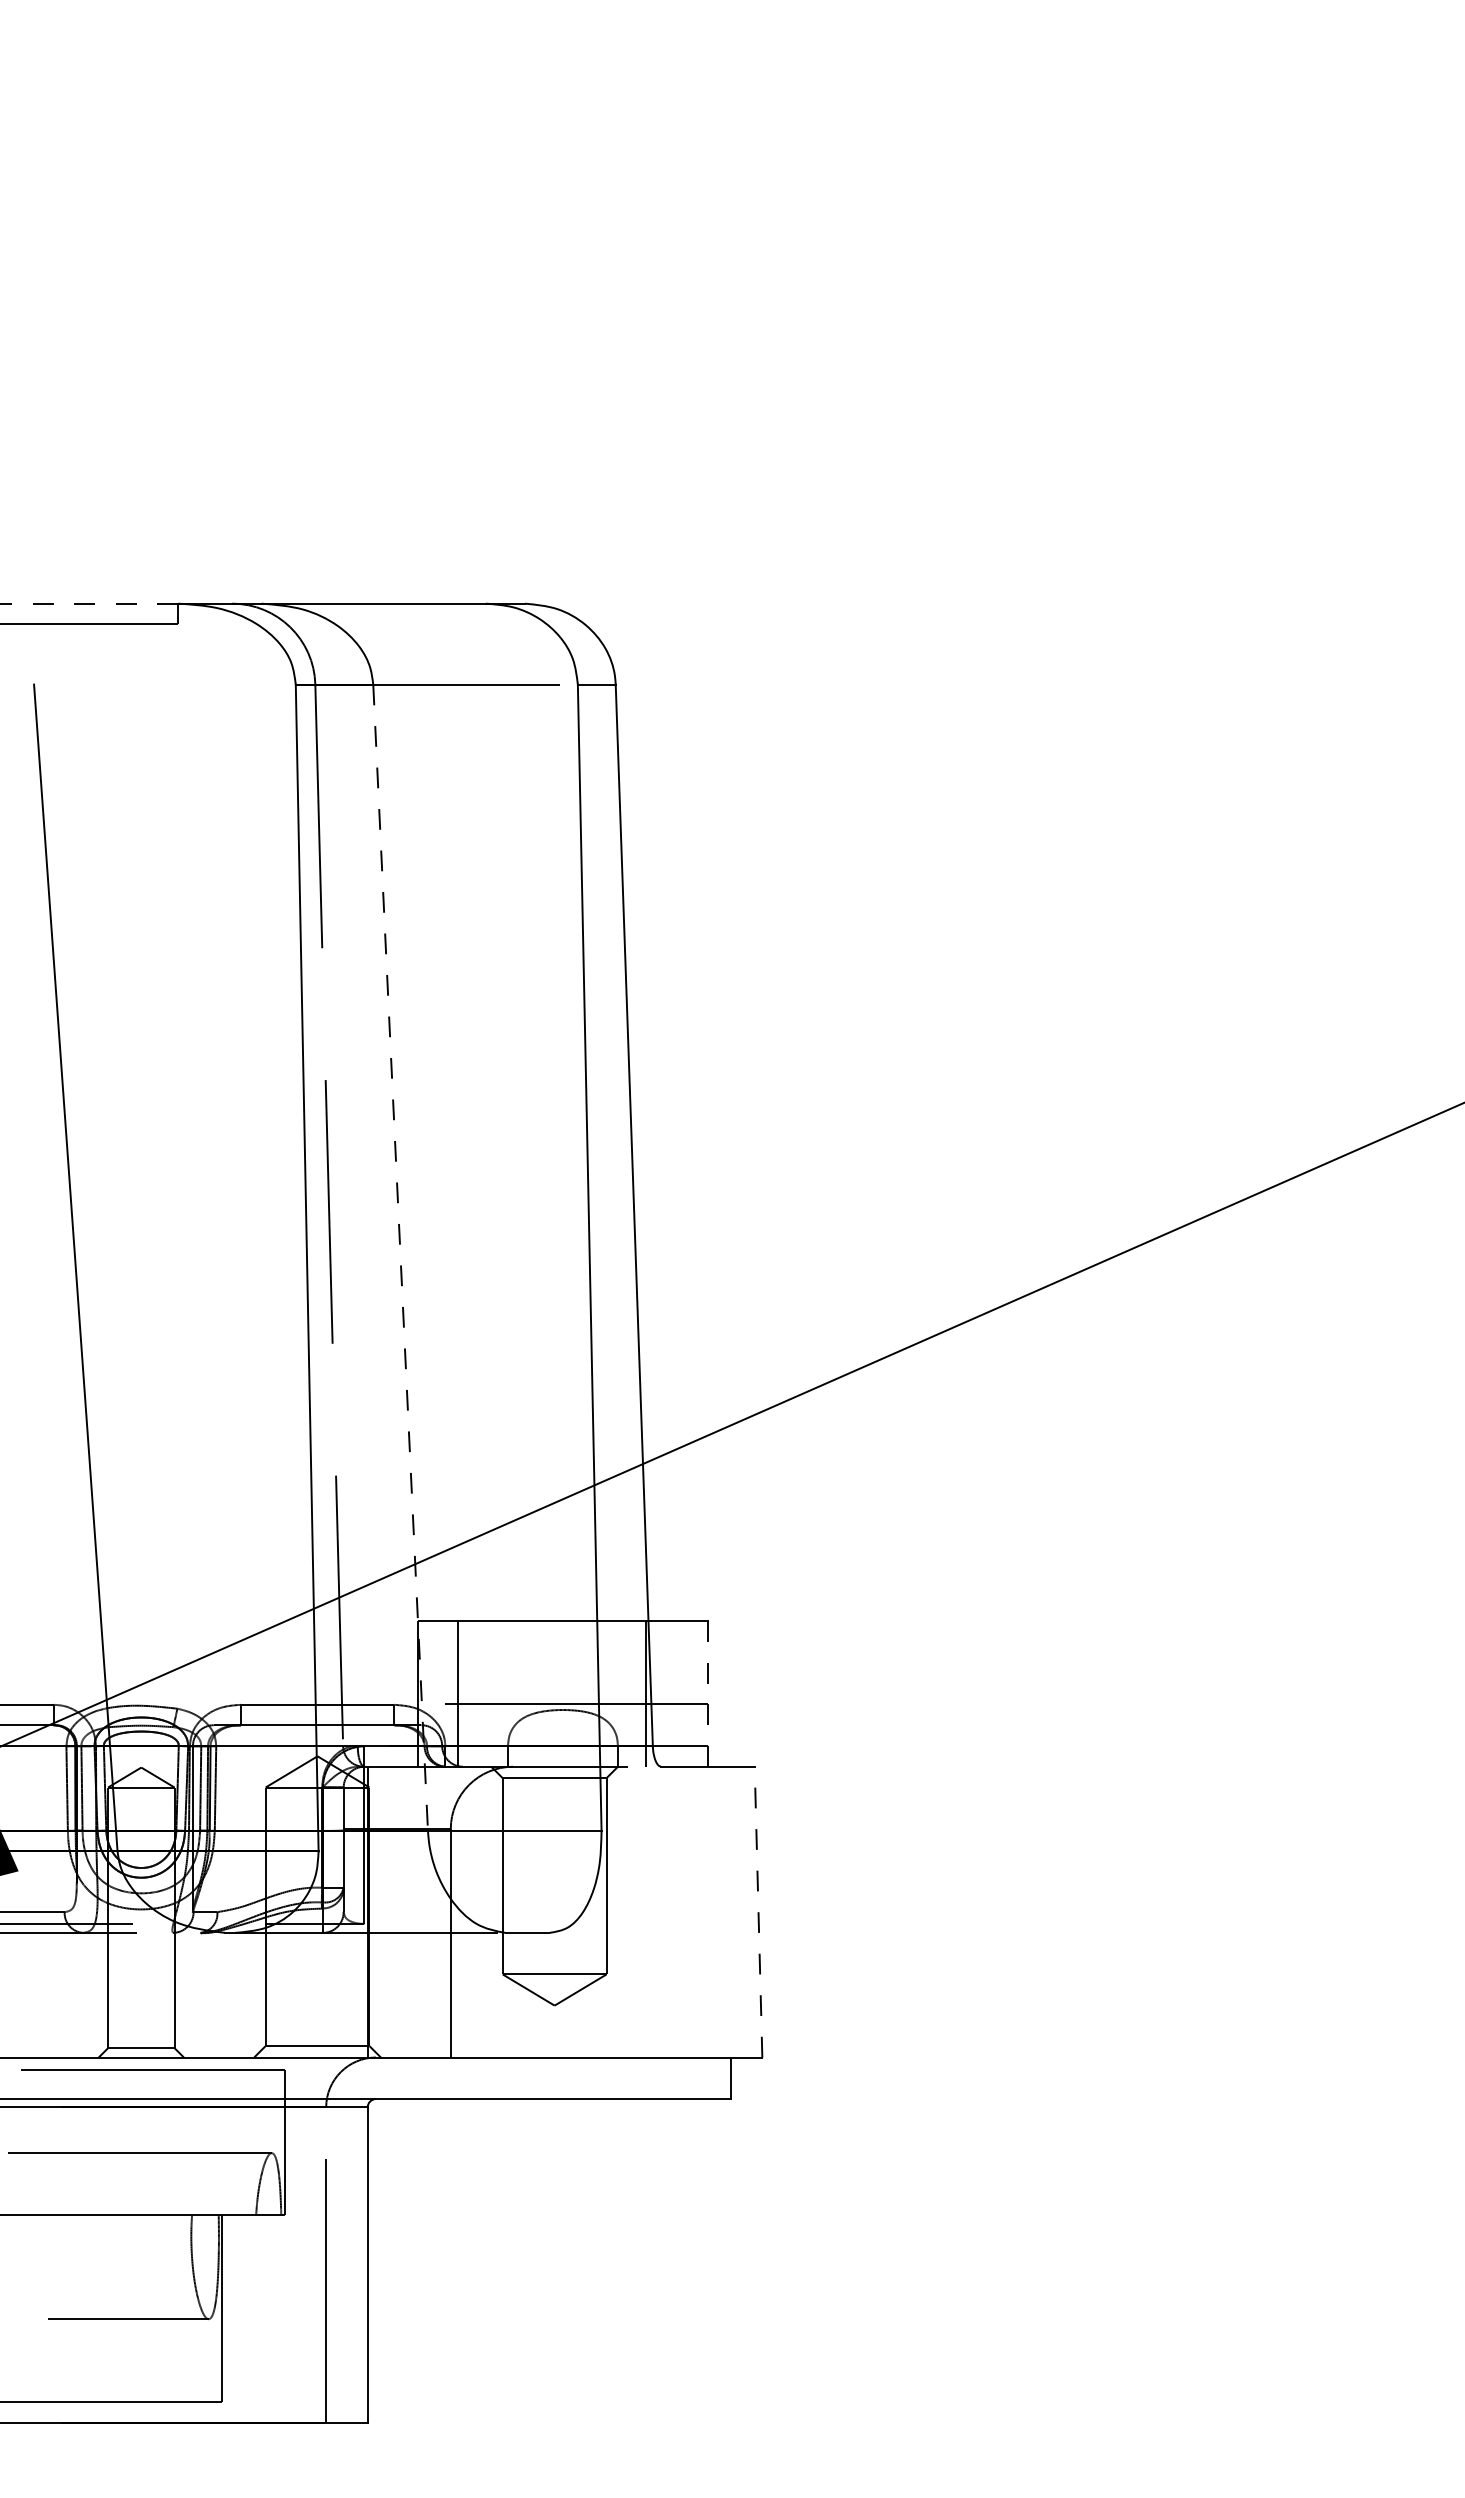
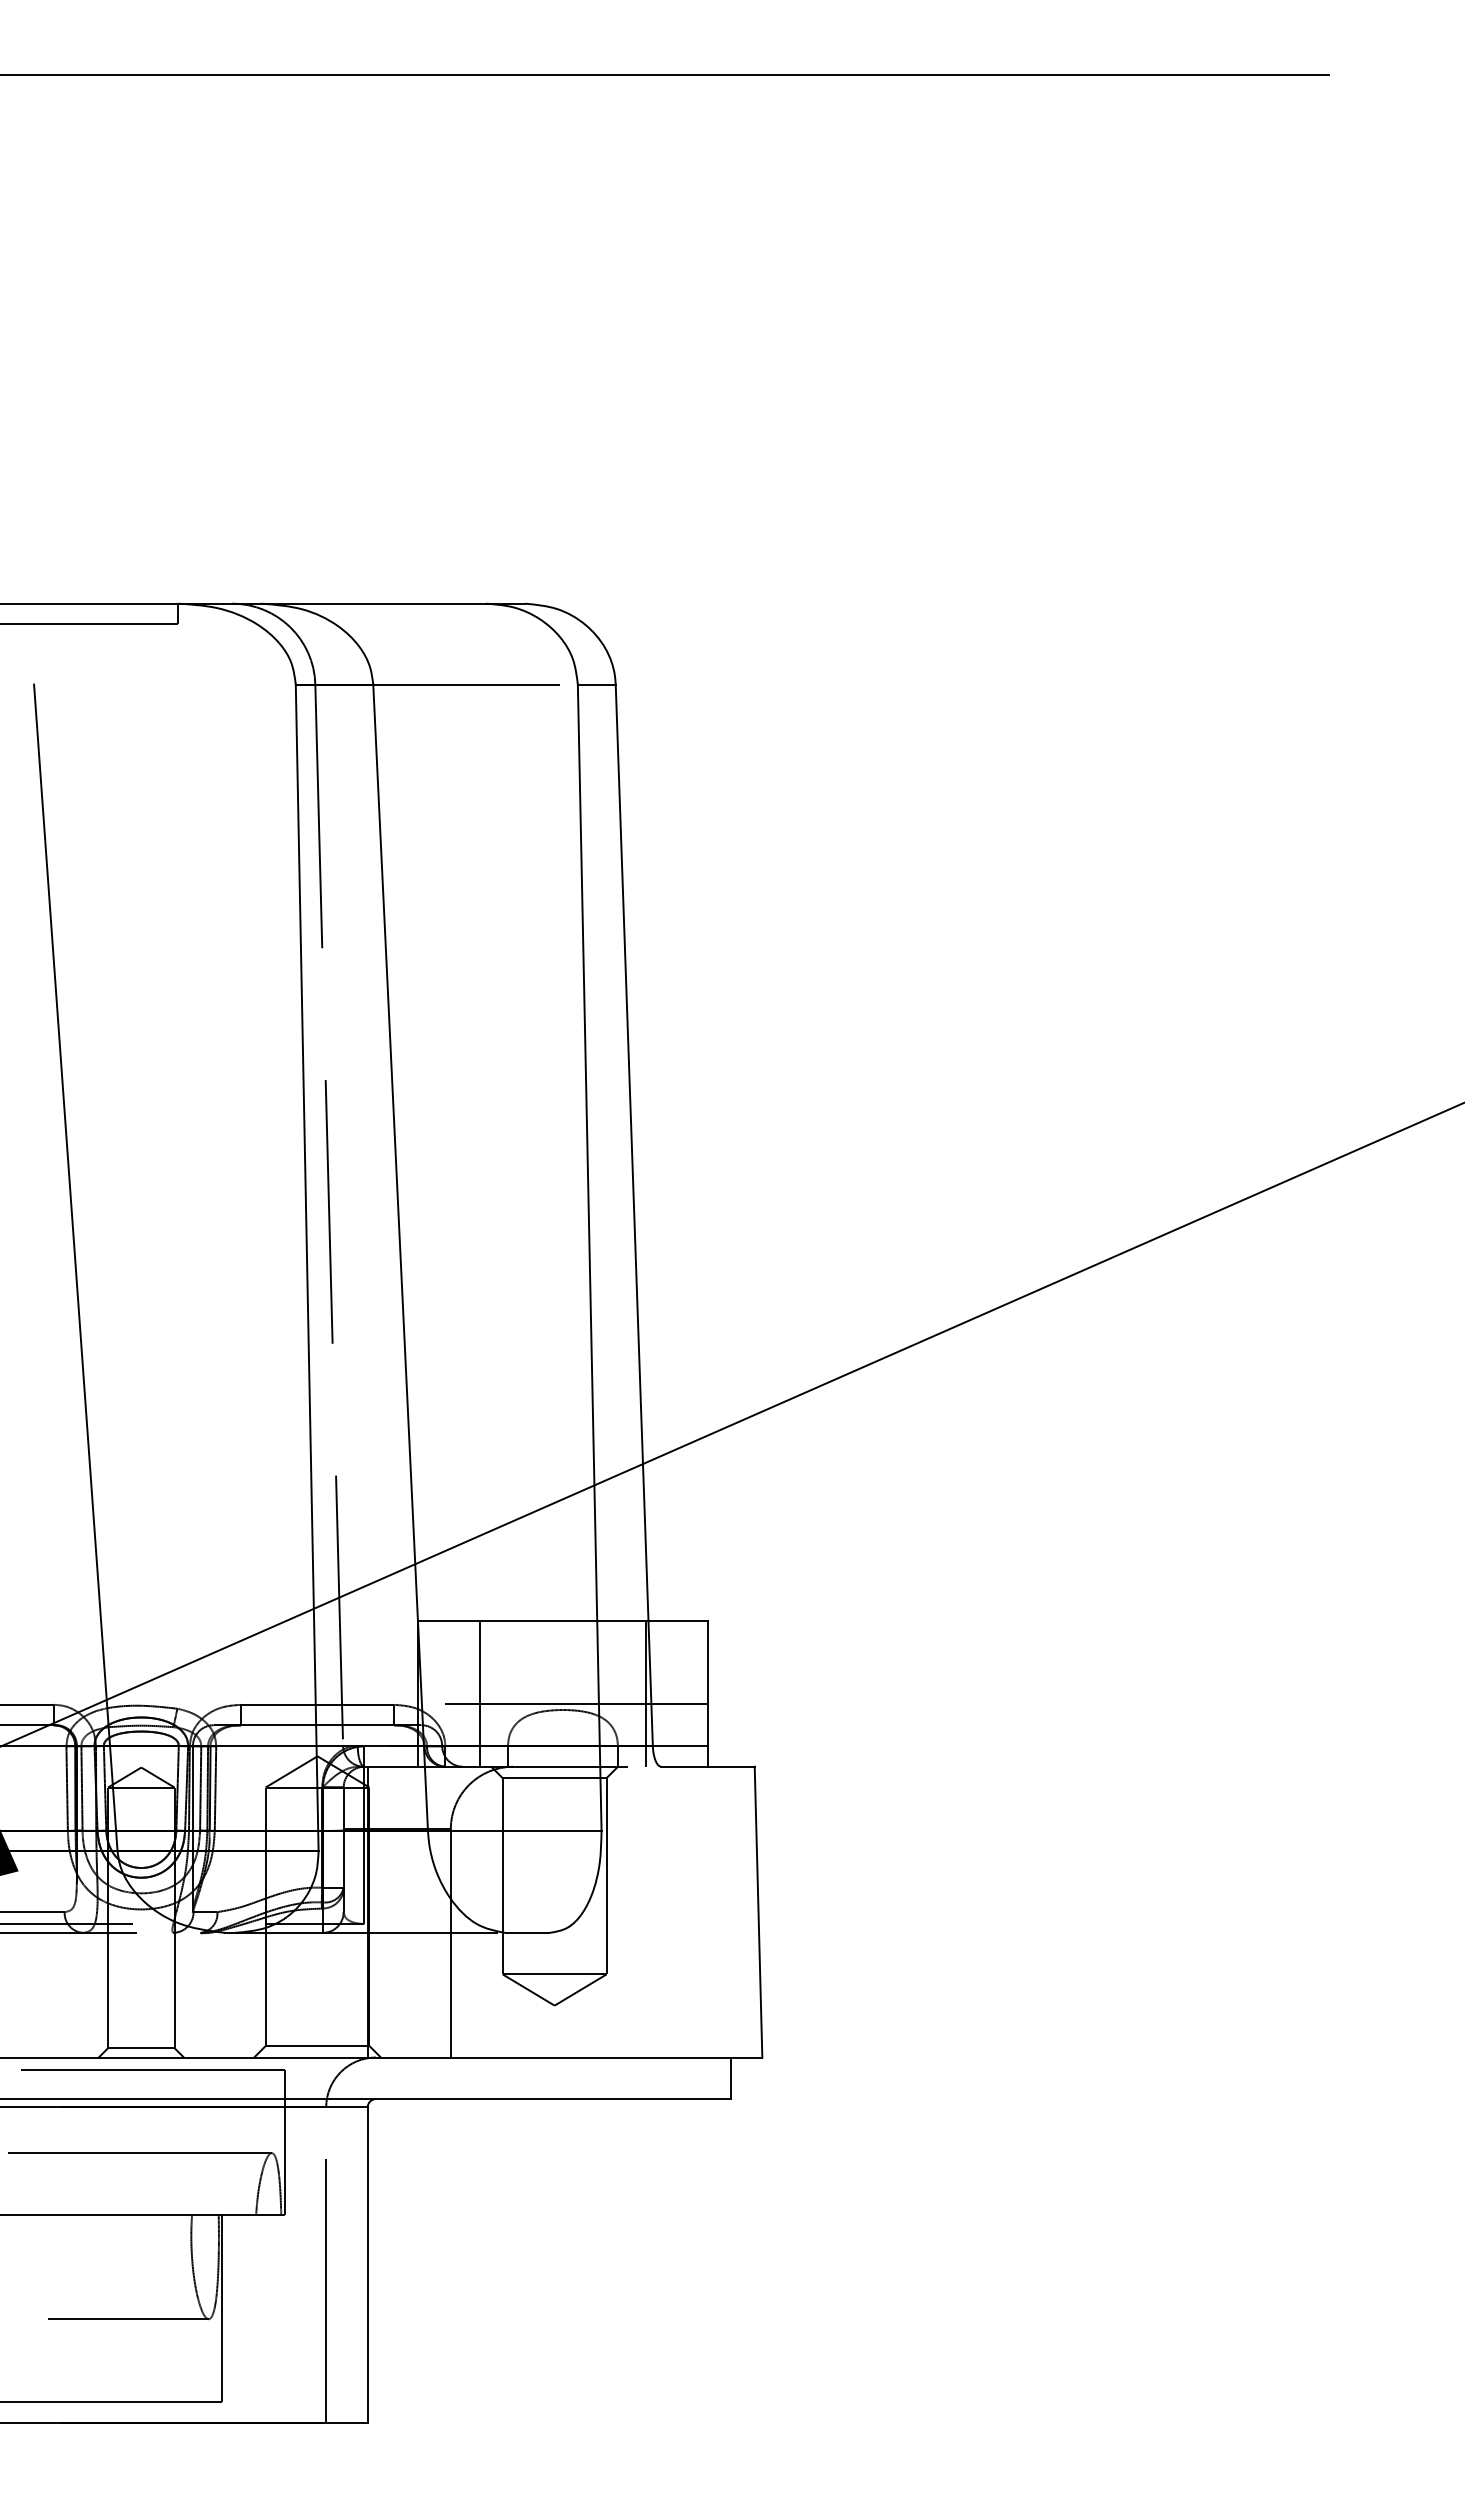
line at (665, 74): none -> present
line at (89, 603): dashed -> solid
line at (400, 1257): dashed -> solid
line at (457, 1693) position: (457, 1693) -> (479, 1693)
line at (708, 1694): dashed -> solid
line at (758, 1911): dashed -> solid
